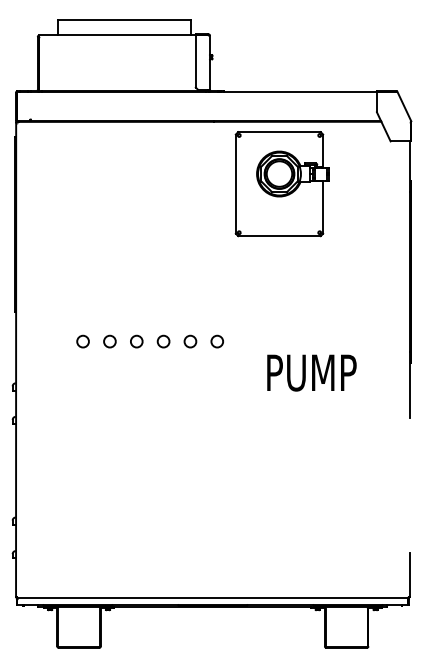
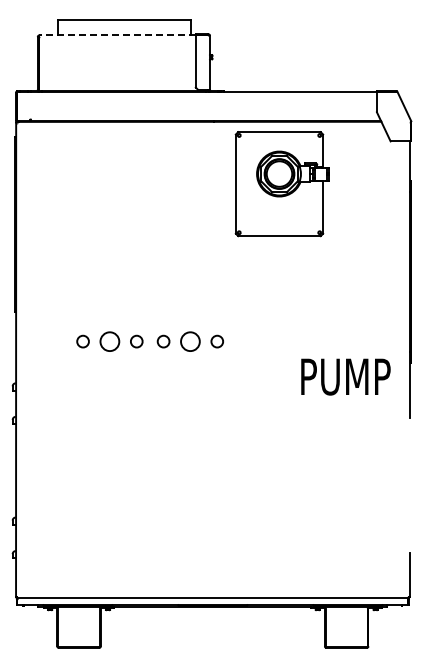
line at (117, 35): solid -> dashed
circle at (109, 341) size: 14x15 px -> 22x21 px
circle at (190, 341) size: 15x15 px -> 21x21 px
text at (311, 372) position: (311, 372) -> (345, 376)
